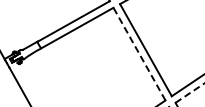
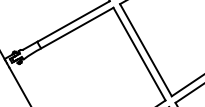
line at (139, 53): dashed -> solid
line at (190, 92): dashed -> solid
